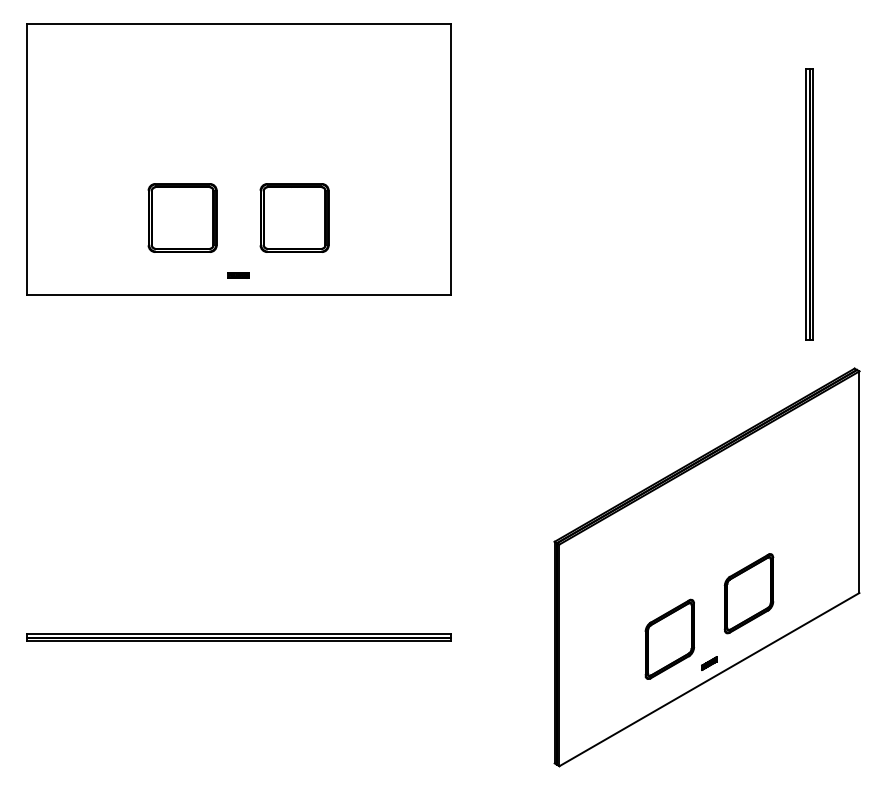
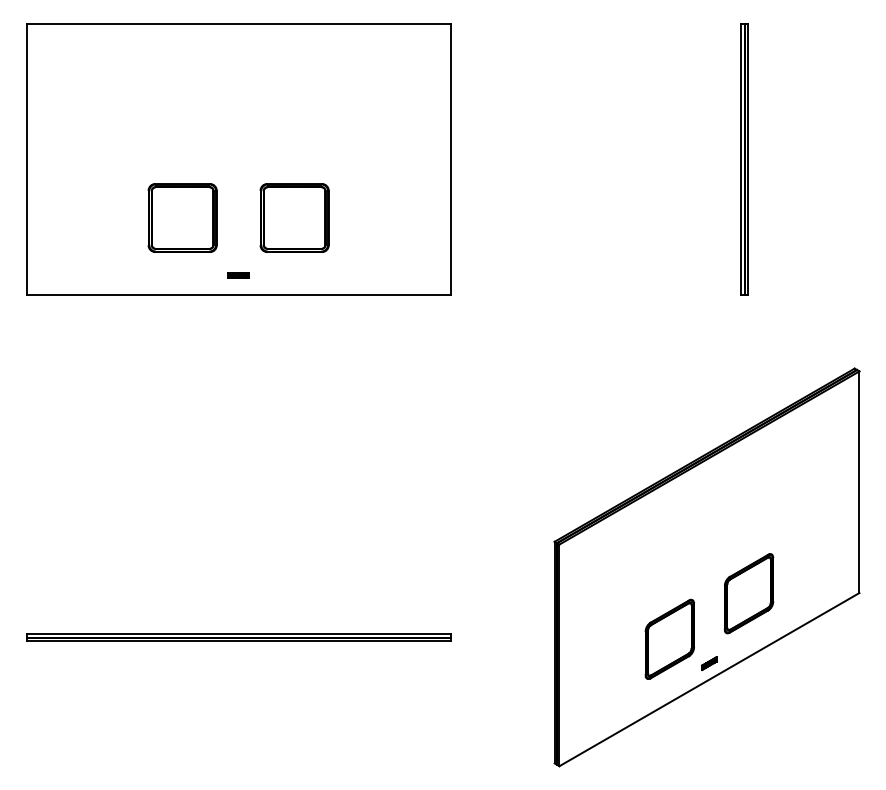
part at (809, 204) position: (809, 204) -> (744, 159)
